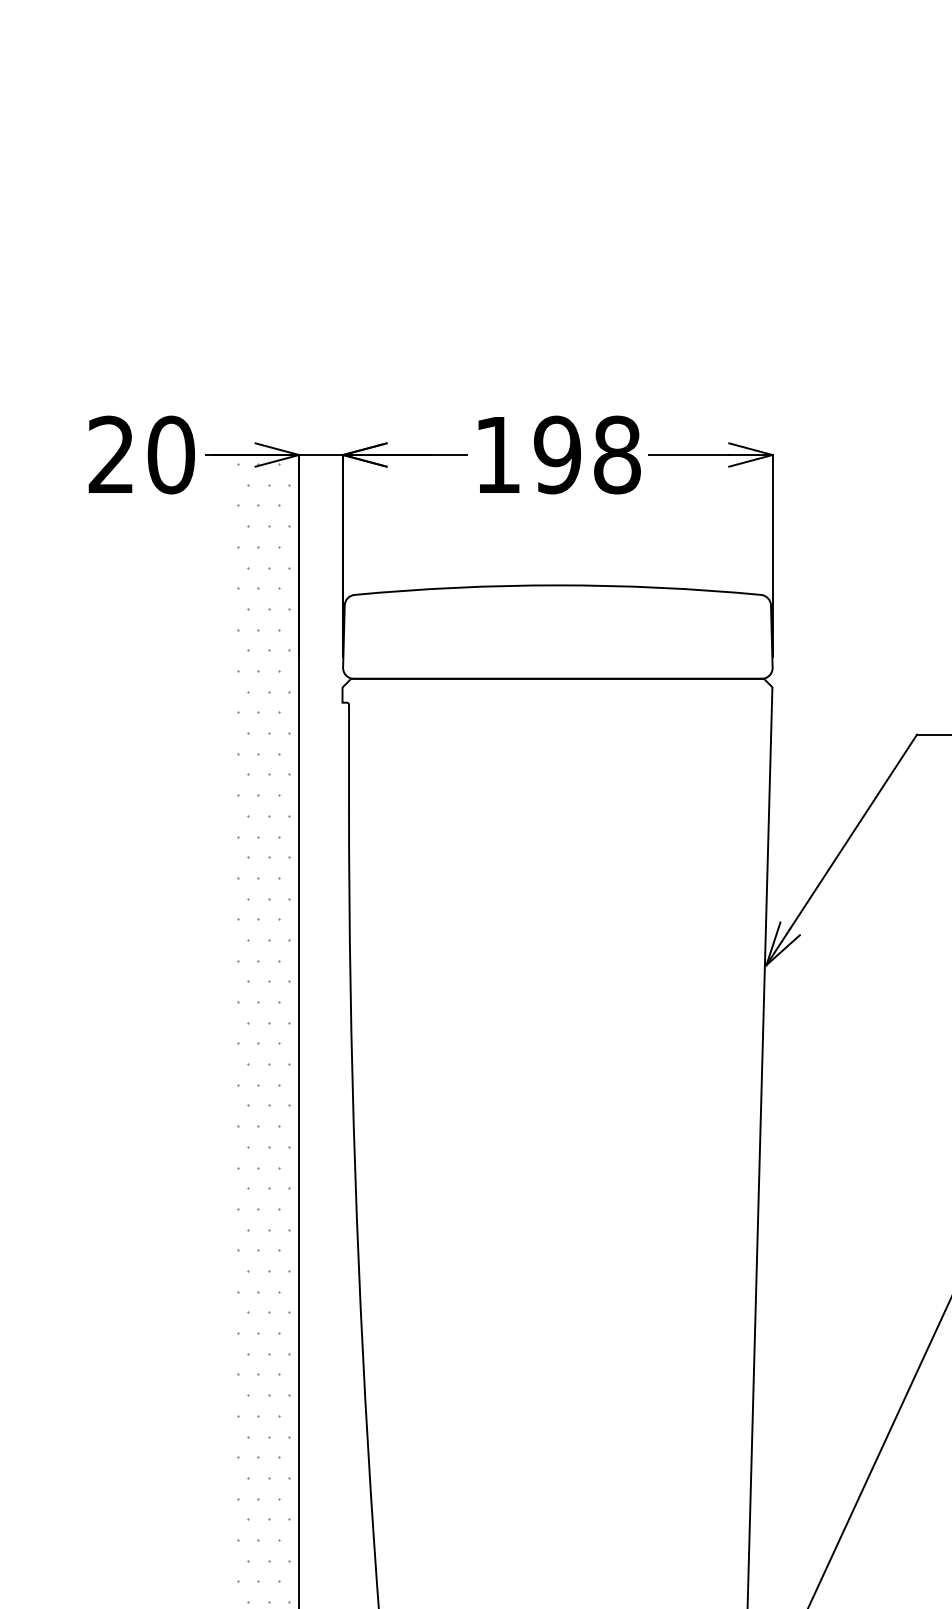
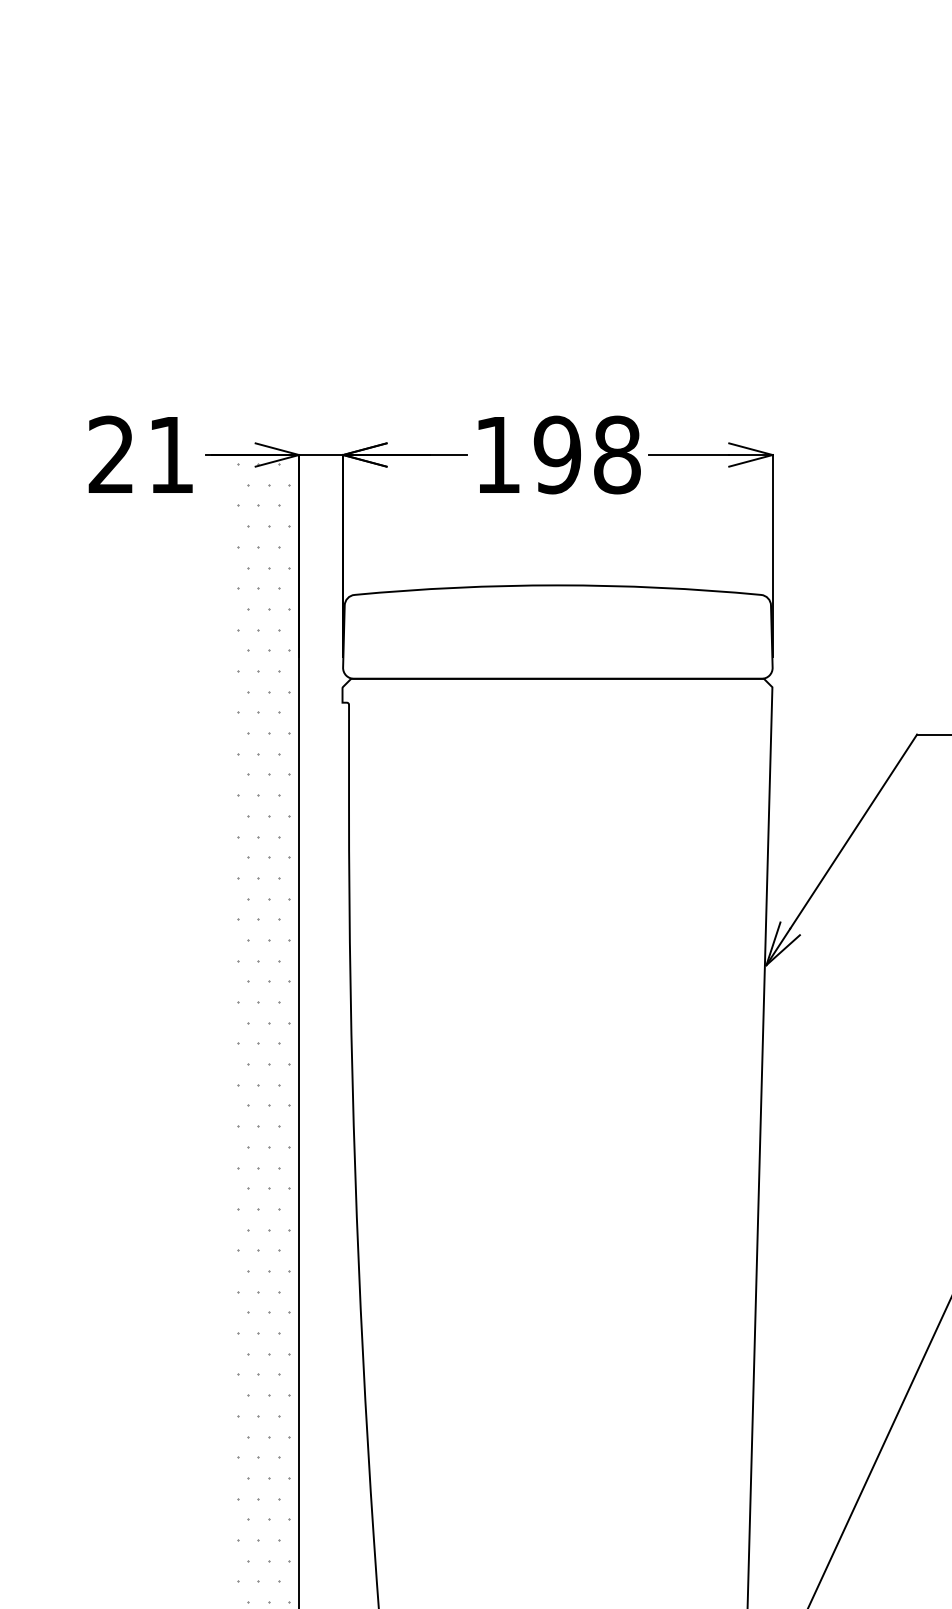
text at (170, 454): 20 -> 21
